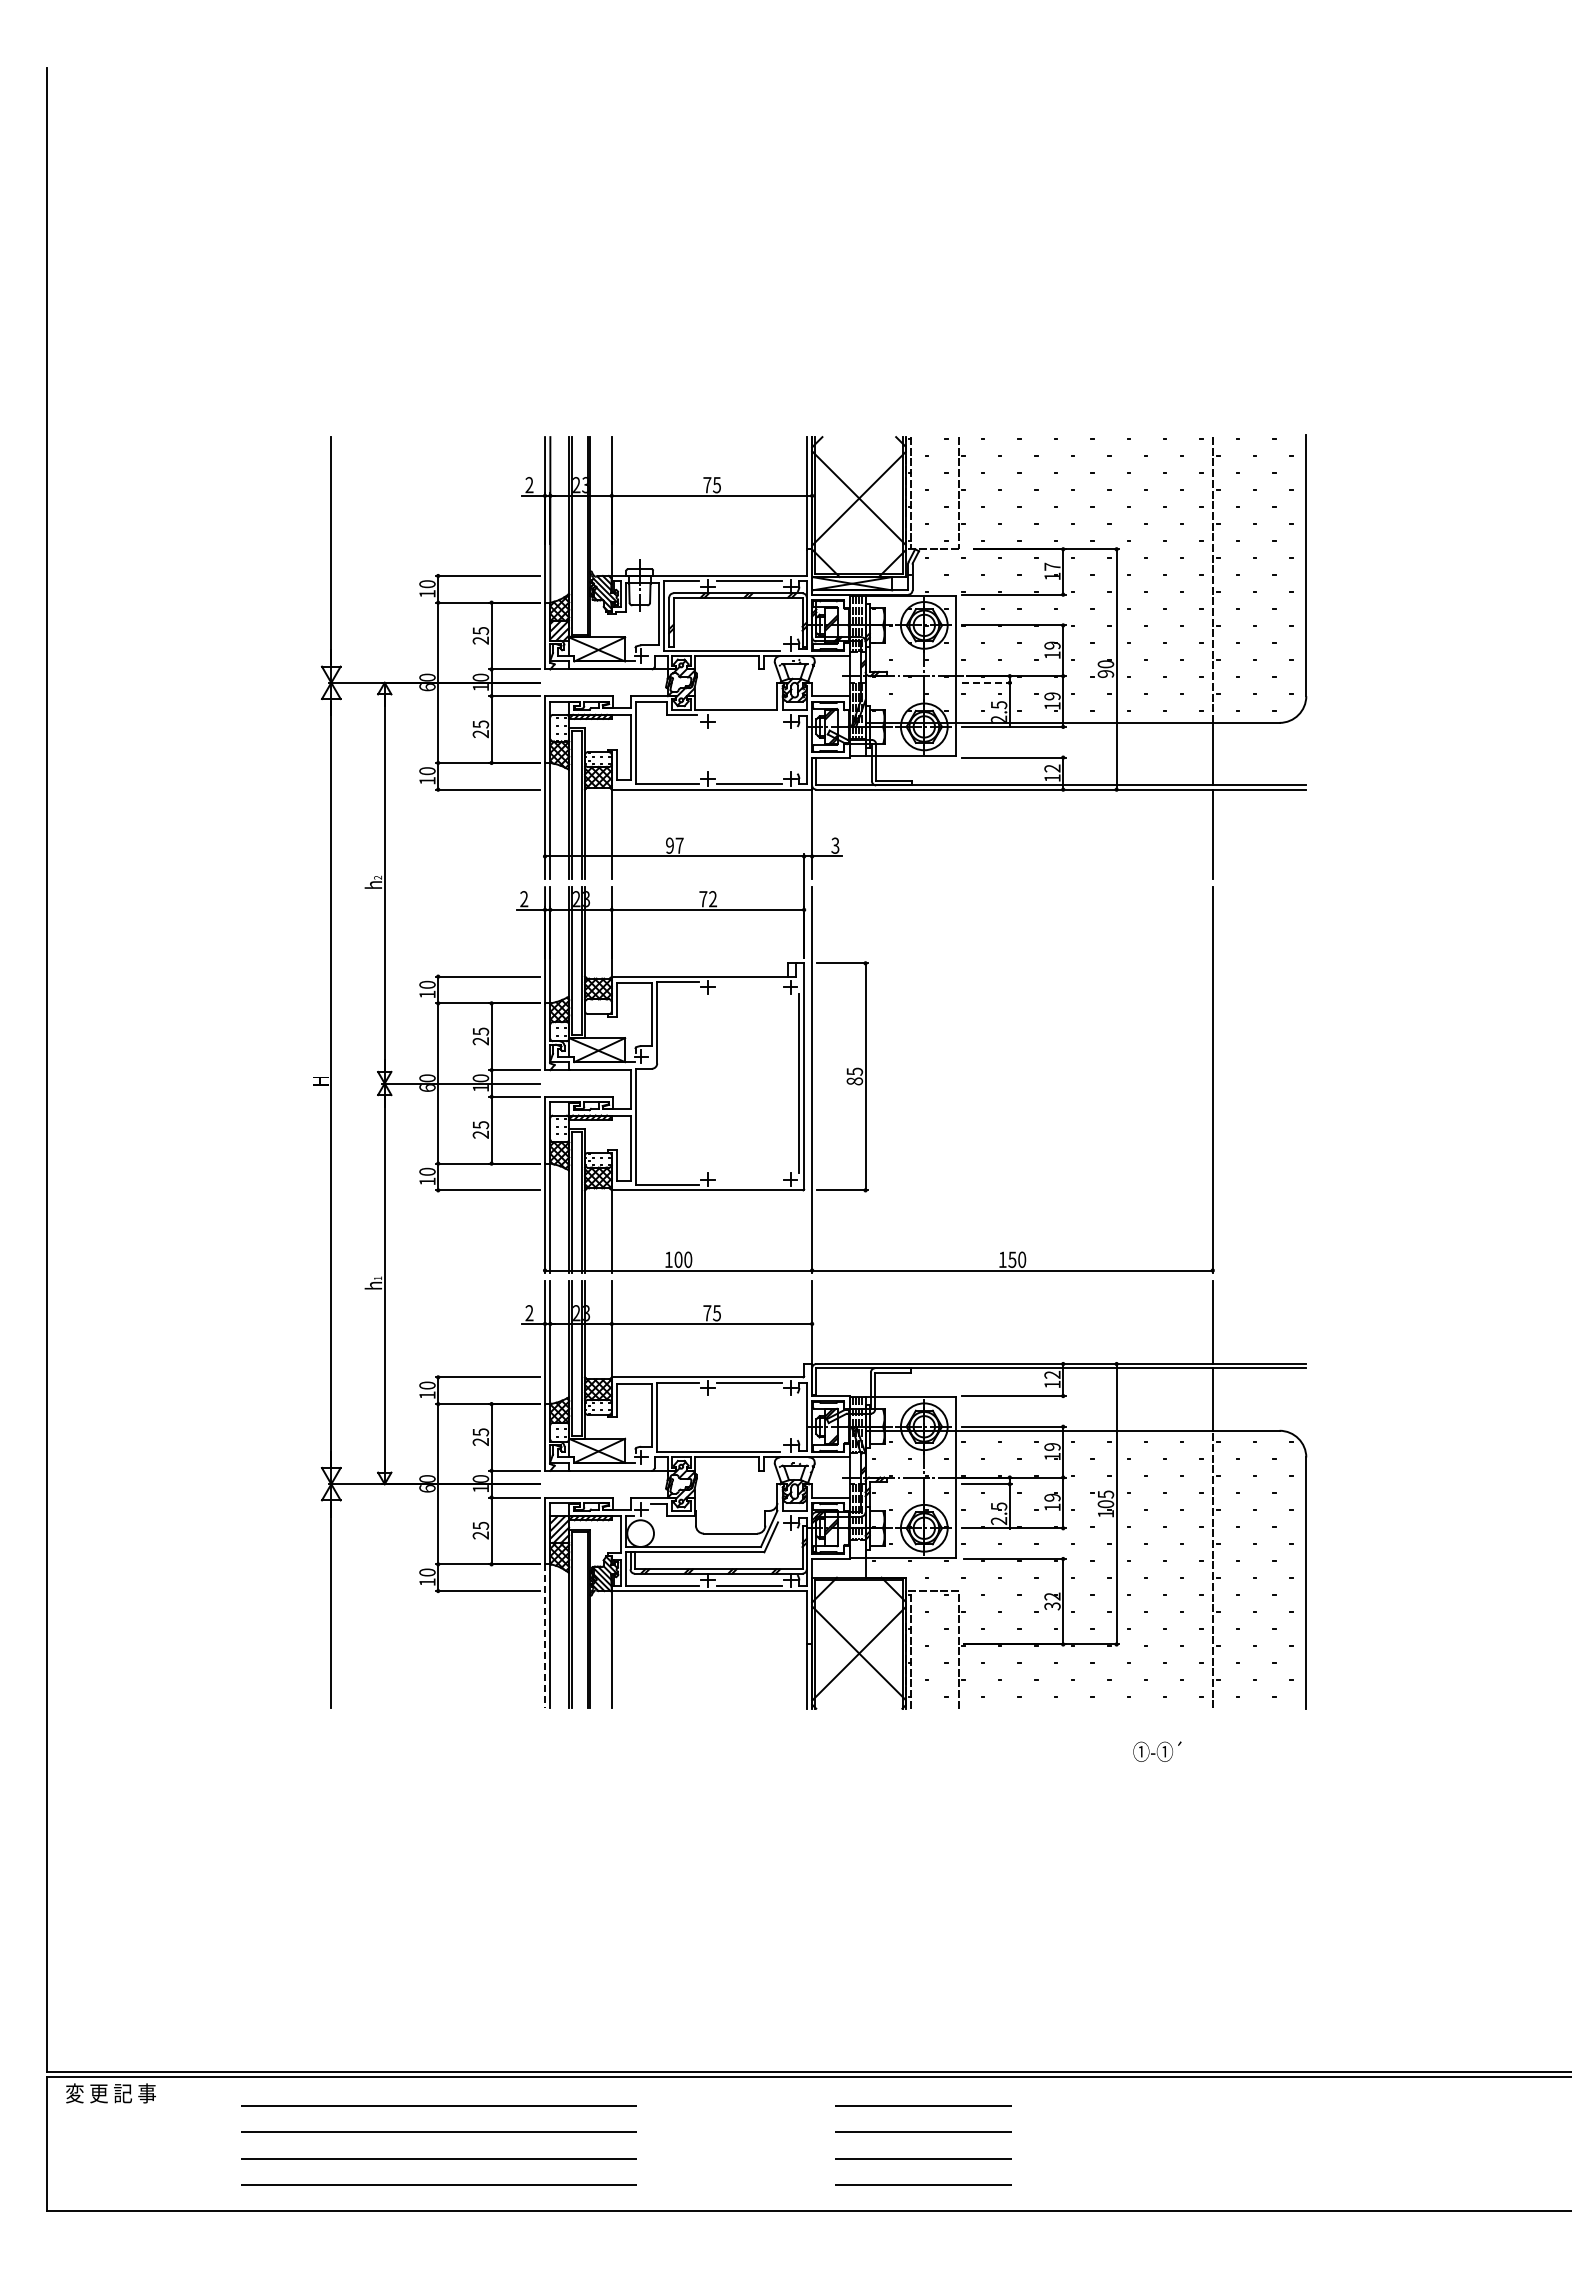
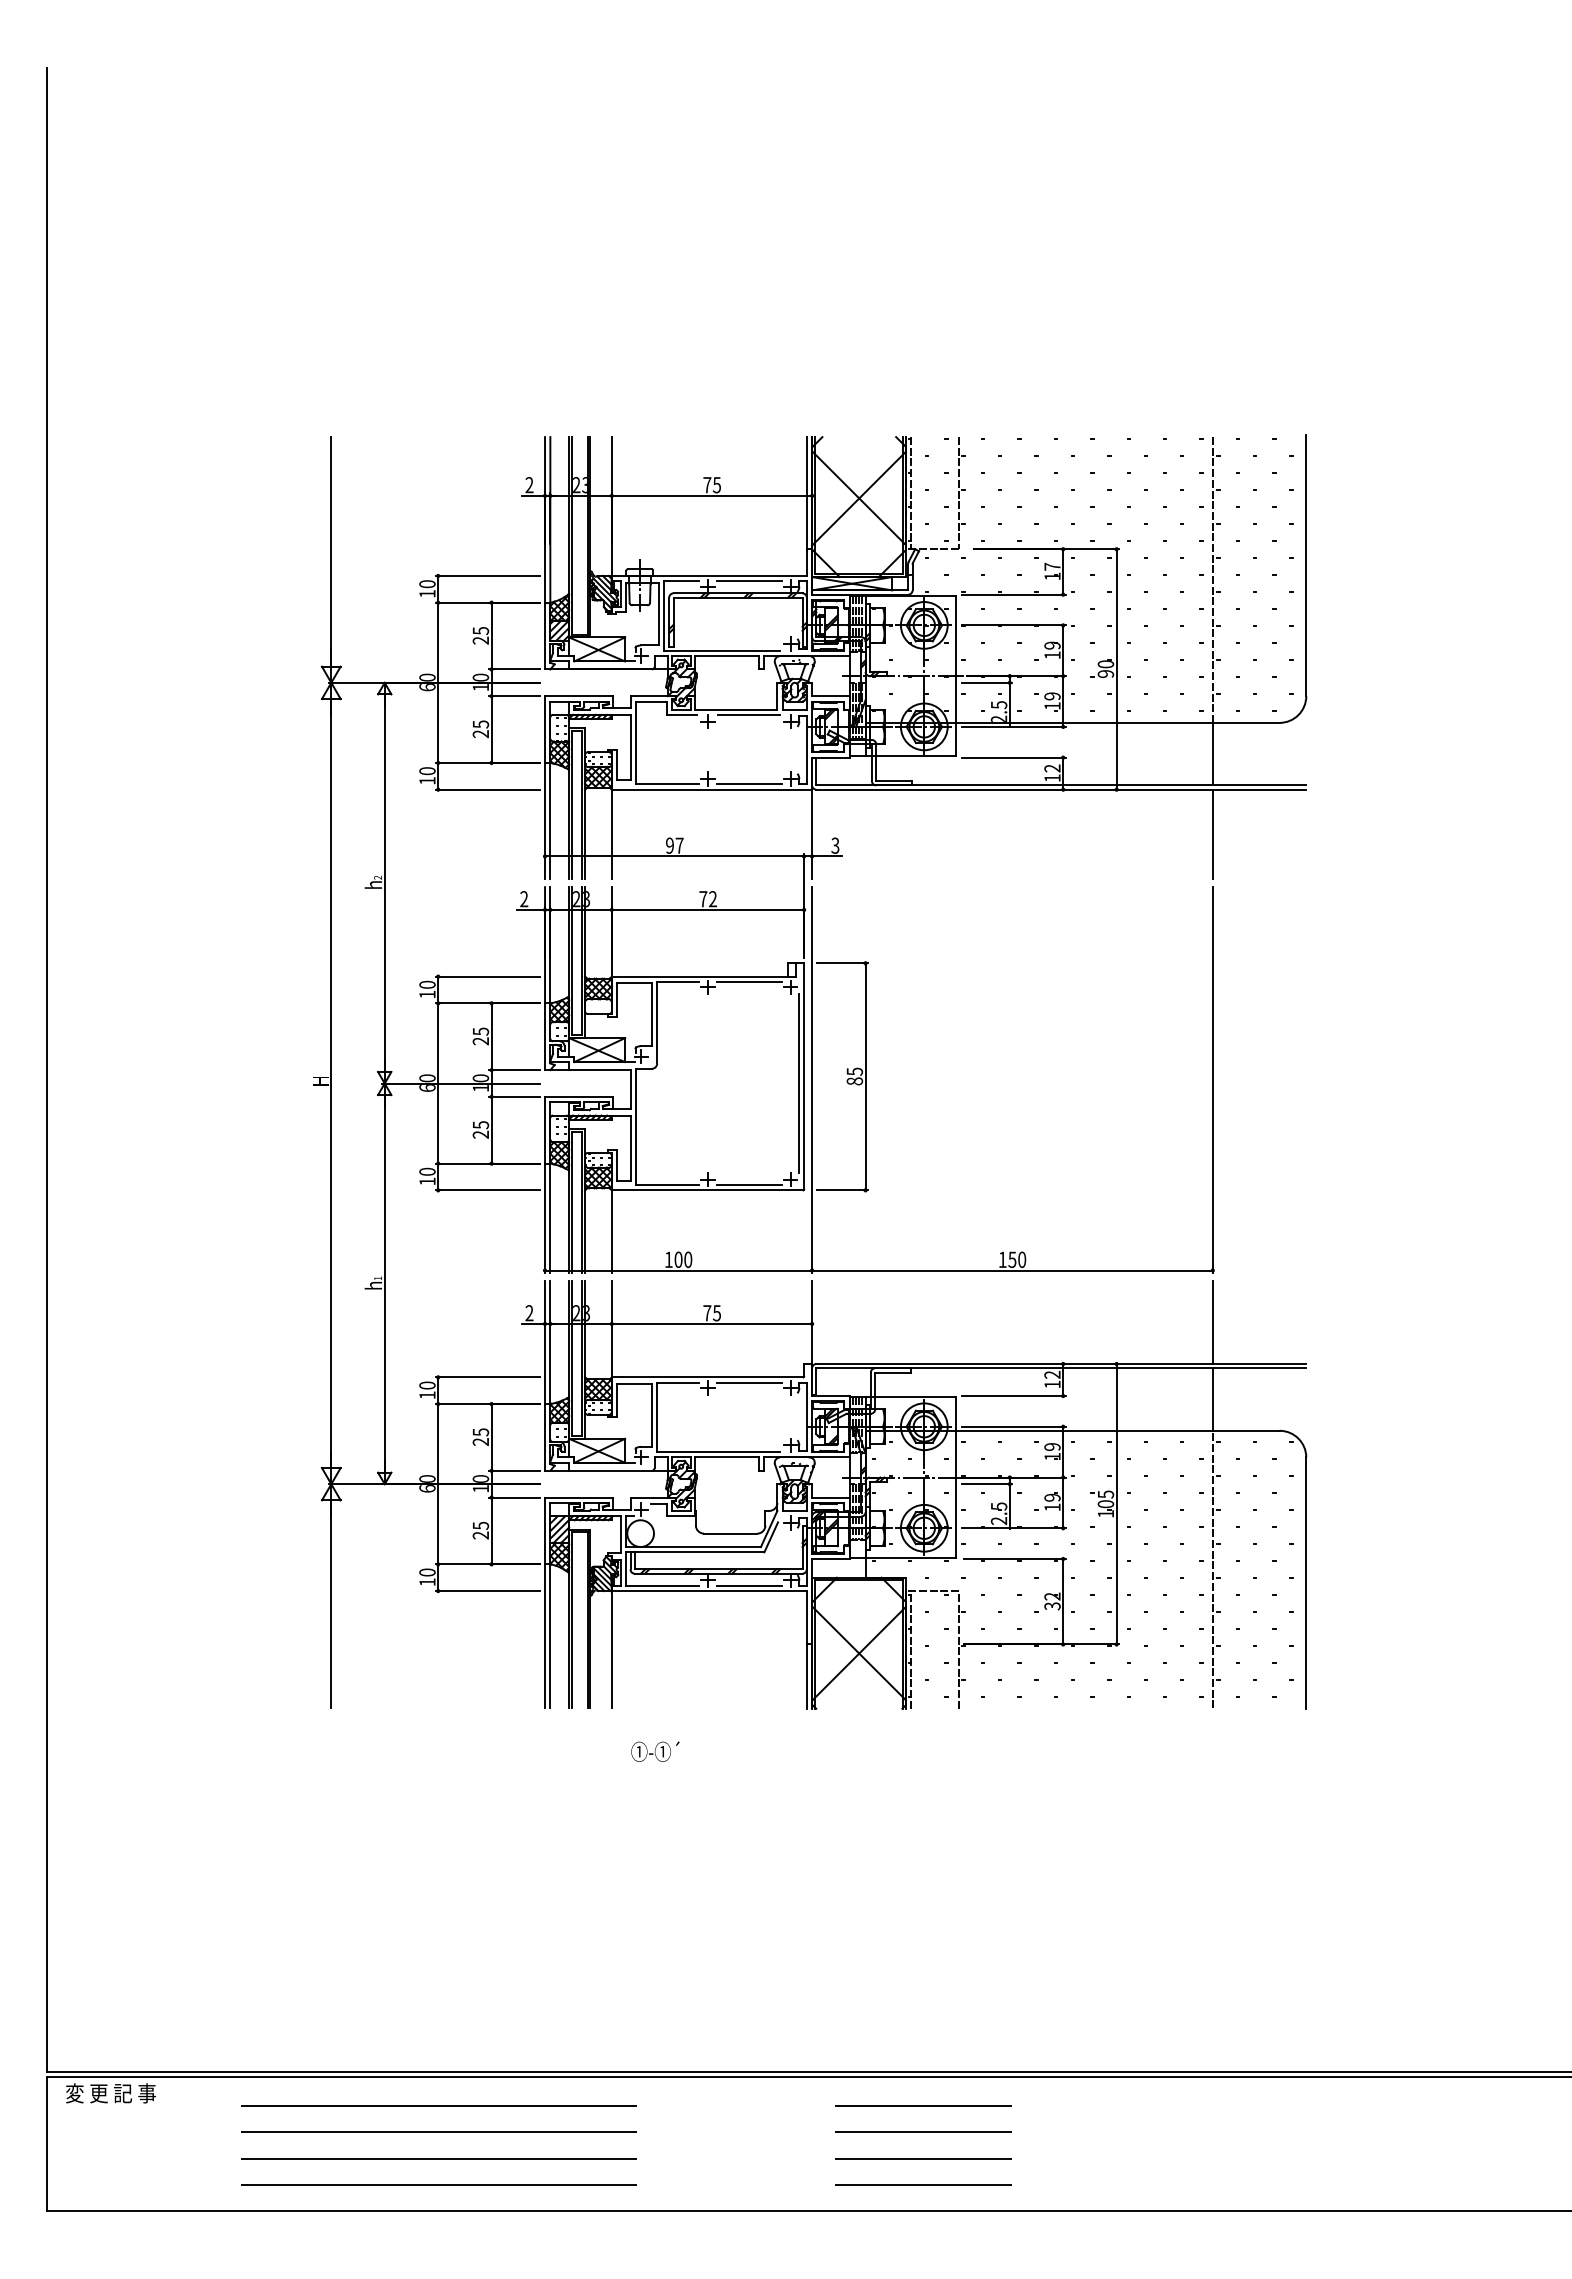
line at (987, 682): dashed -> solid
line at (749, 714): none -> present
line at (748, 982): none -> present
line at (748, 1185): none -> present
line at (545, 1636): dashed -> solid
text at (1157, 1751) position: (1157, 1751) -> (655, 1751)
